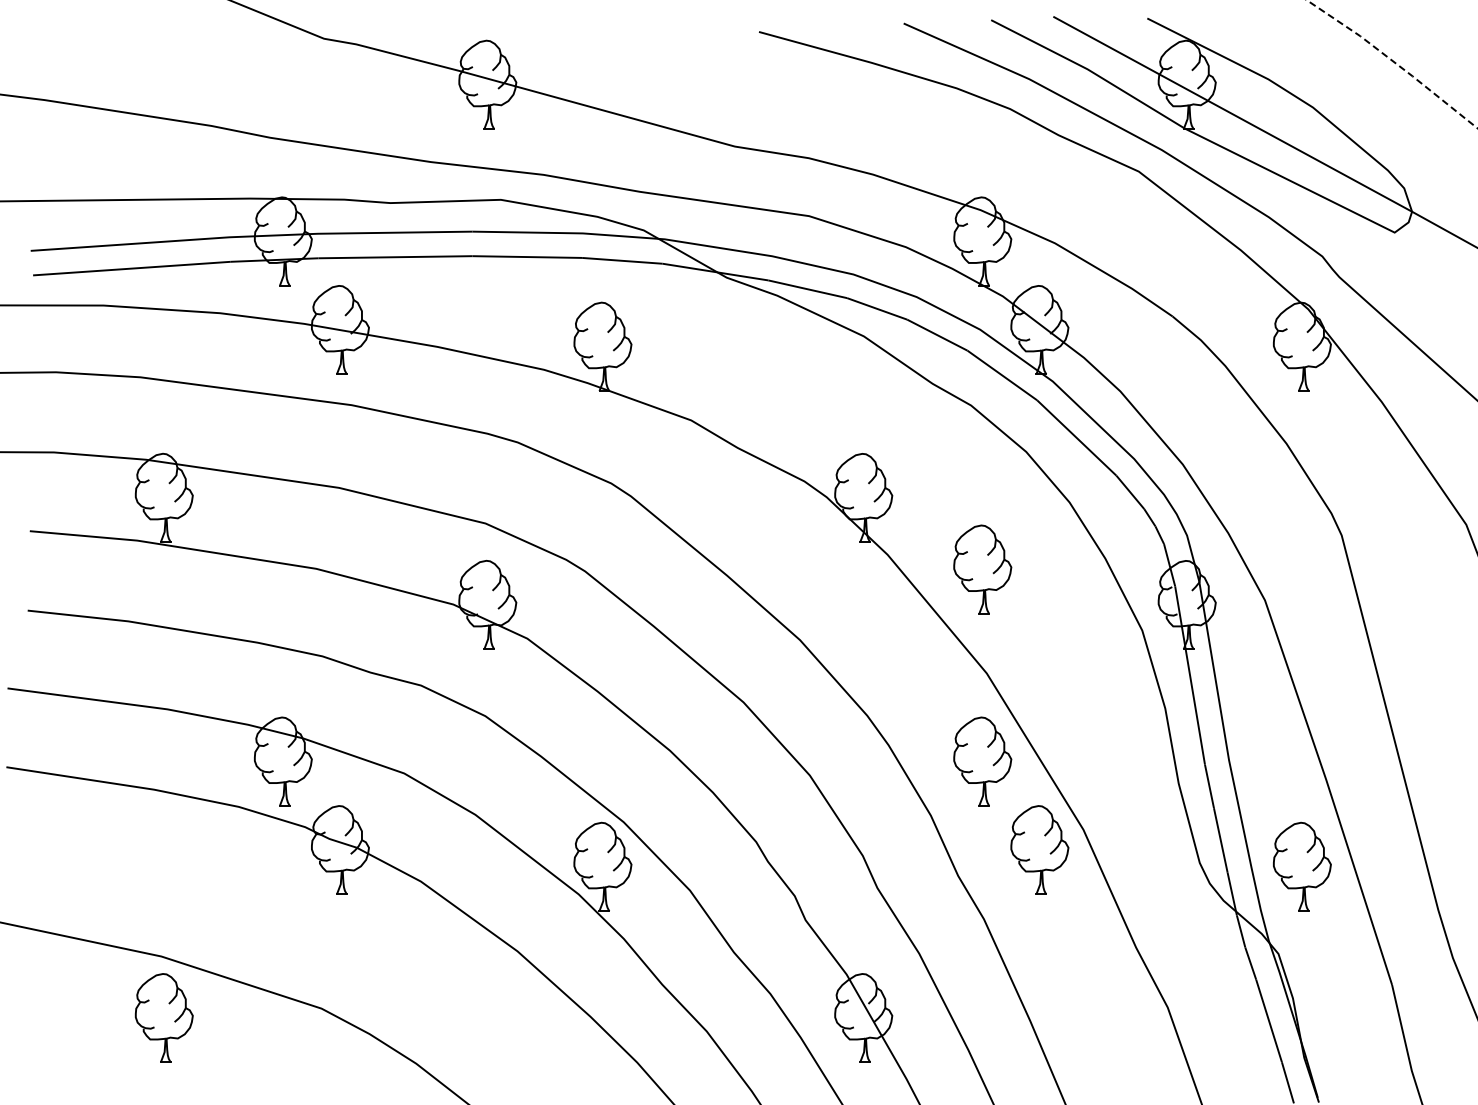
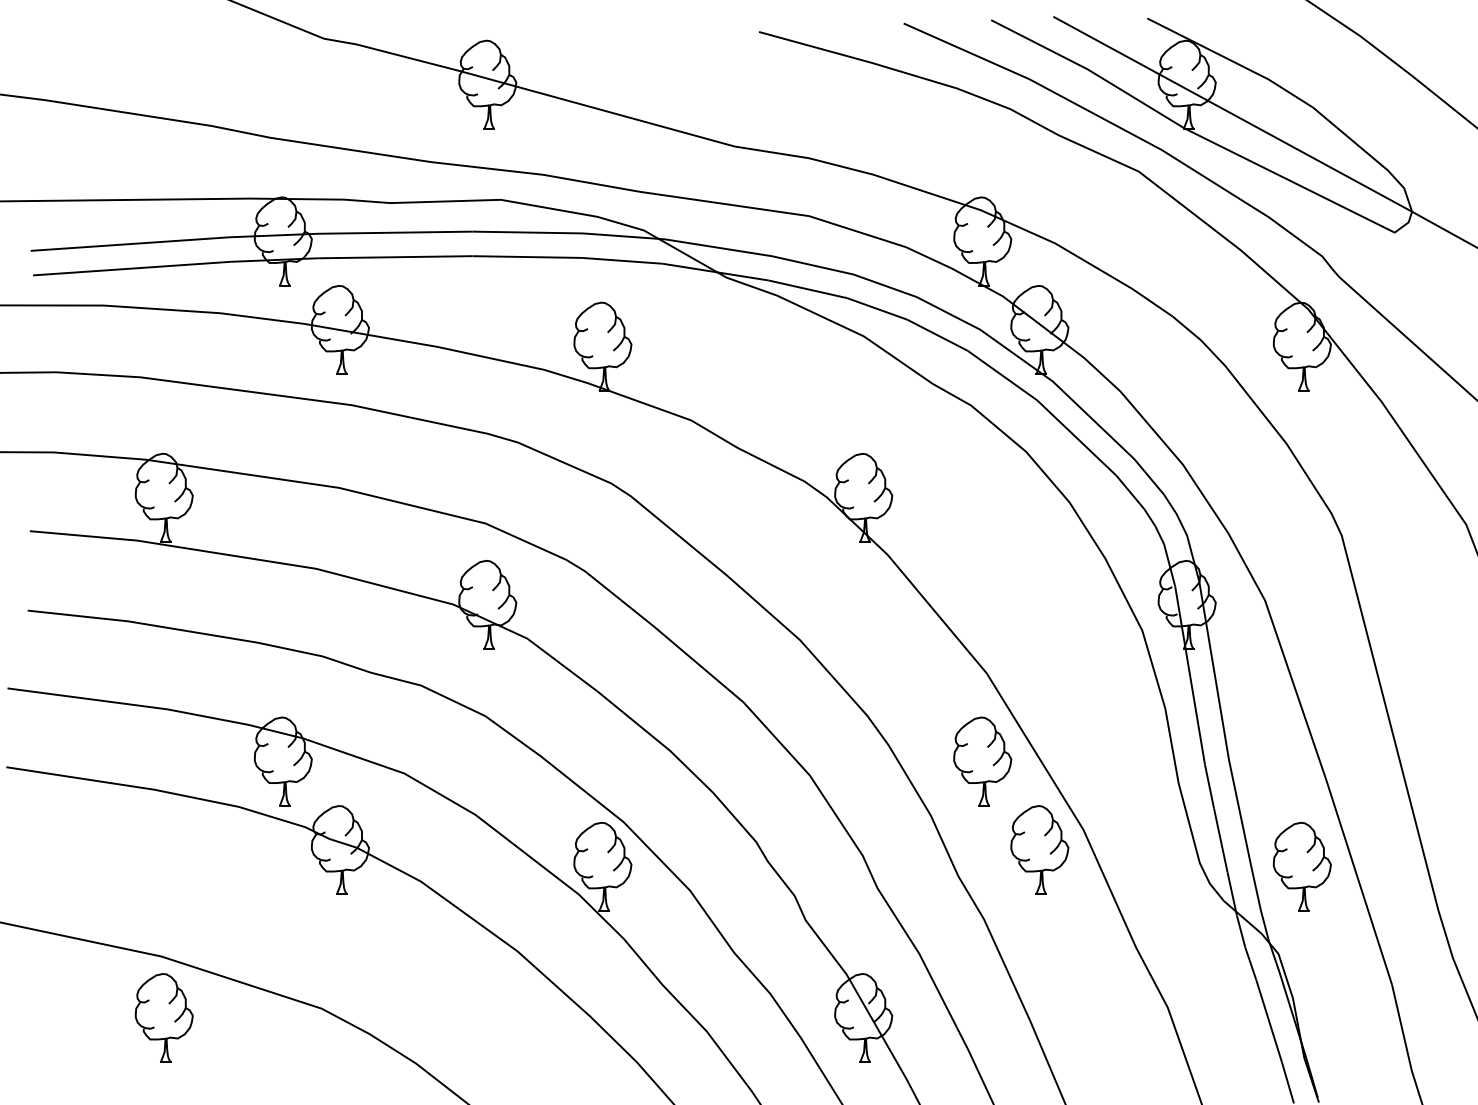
line at (1394, 62): dashed -> solid
part at (982, 569): present -> none
